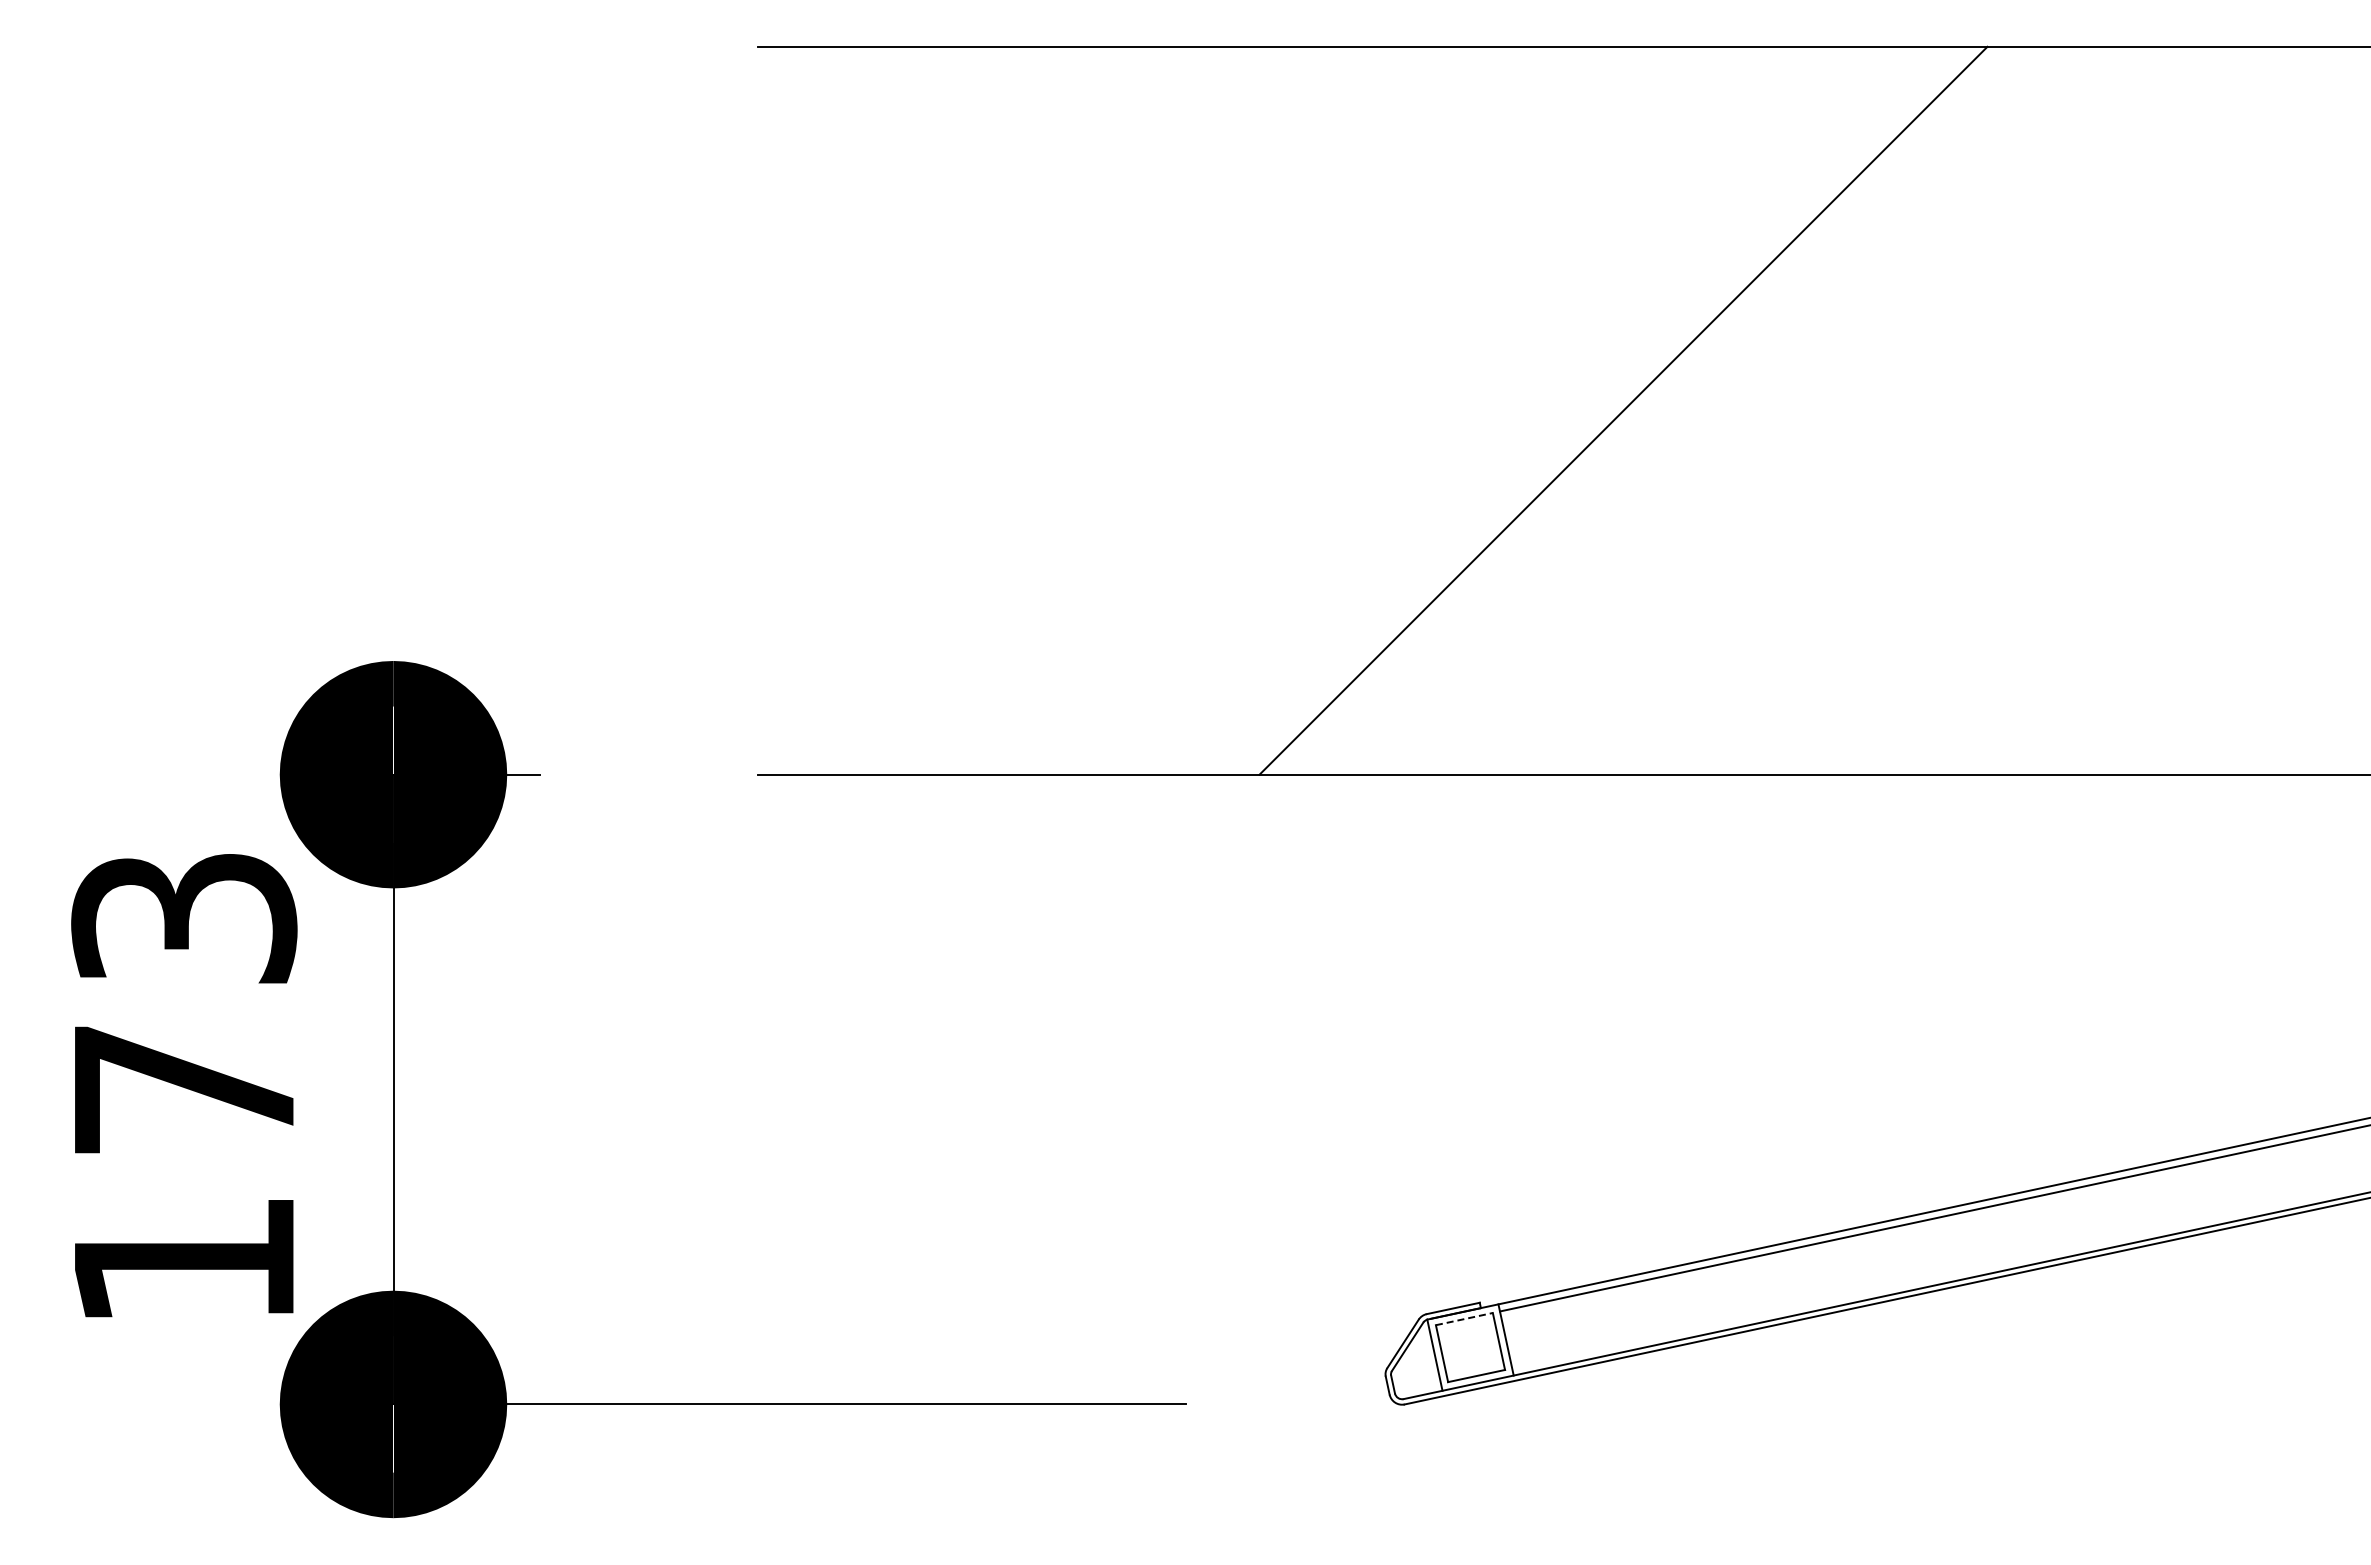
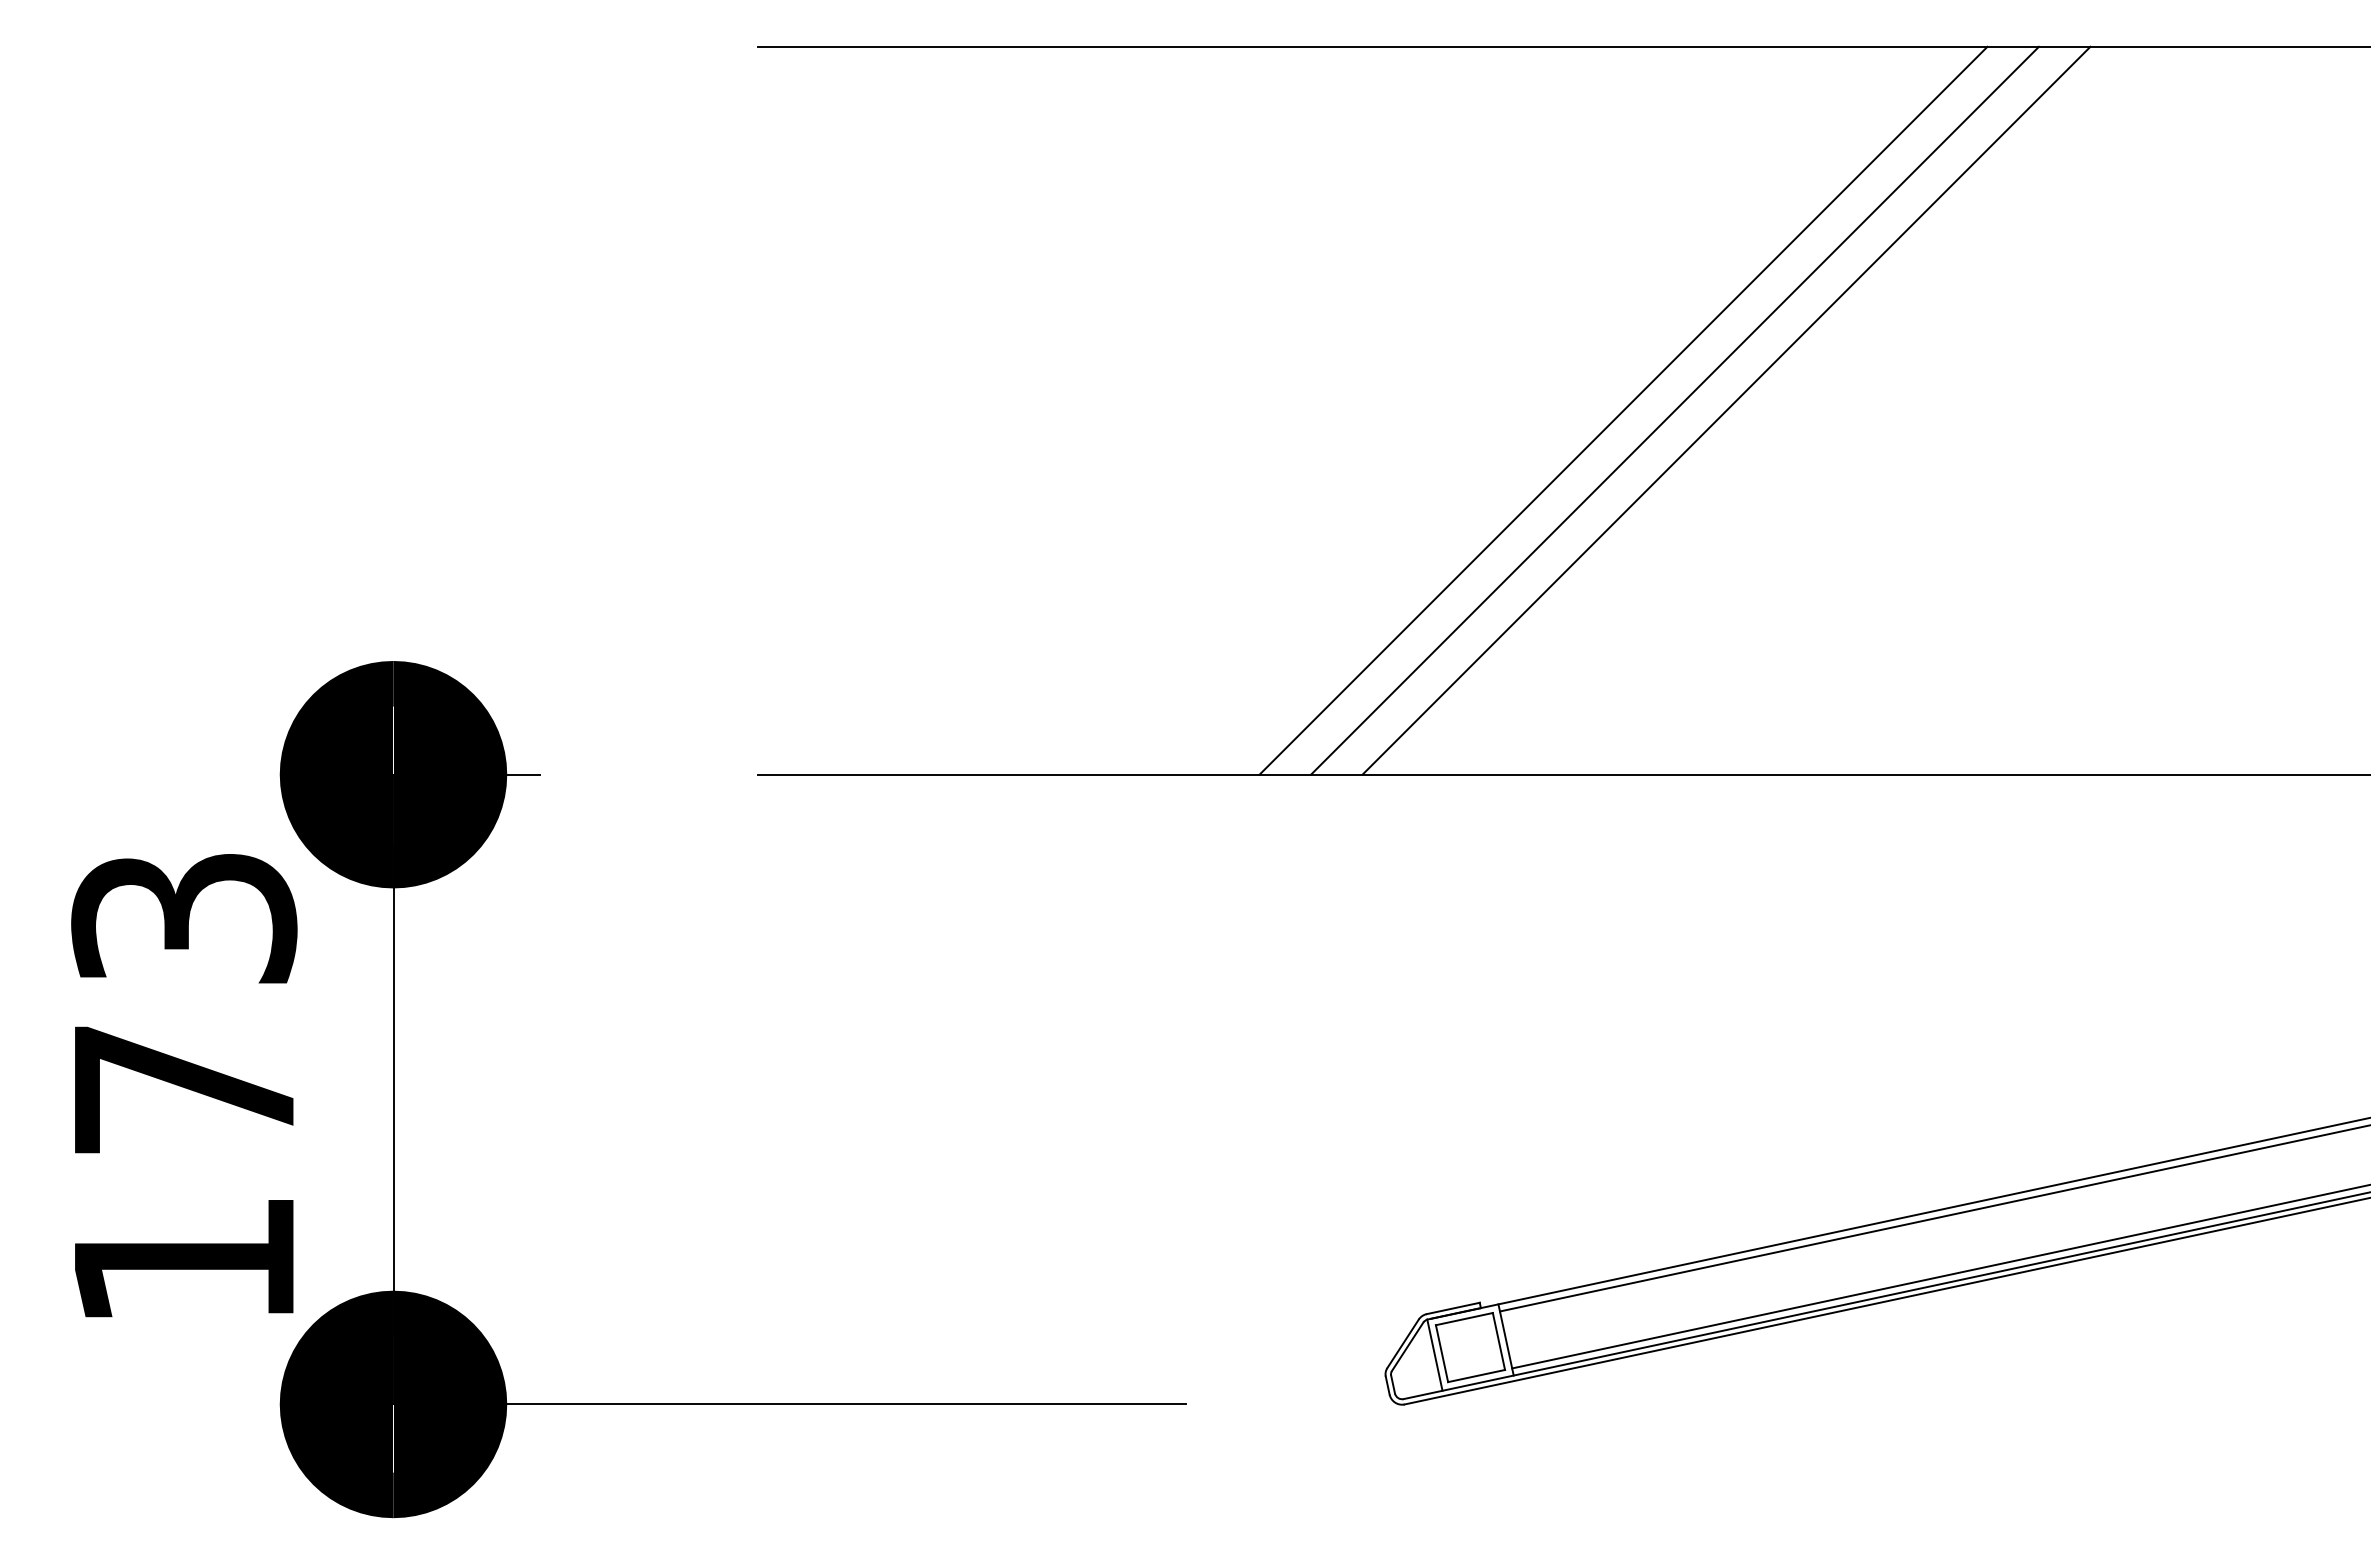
line at (1674, 410): none -> present
line at (1726, 410): none -> present
line at (1939, 1276): none -> present
line at (1464, 1319): dashed -> solid
